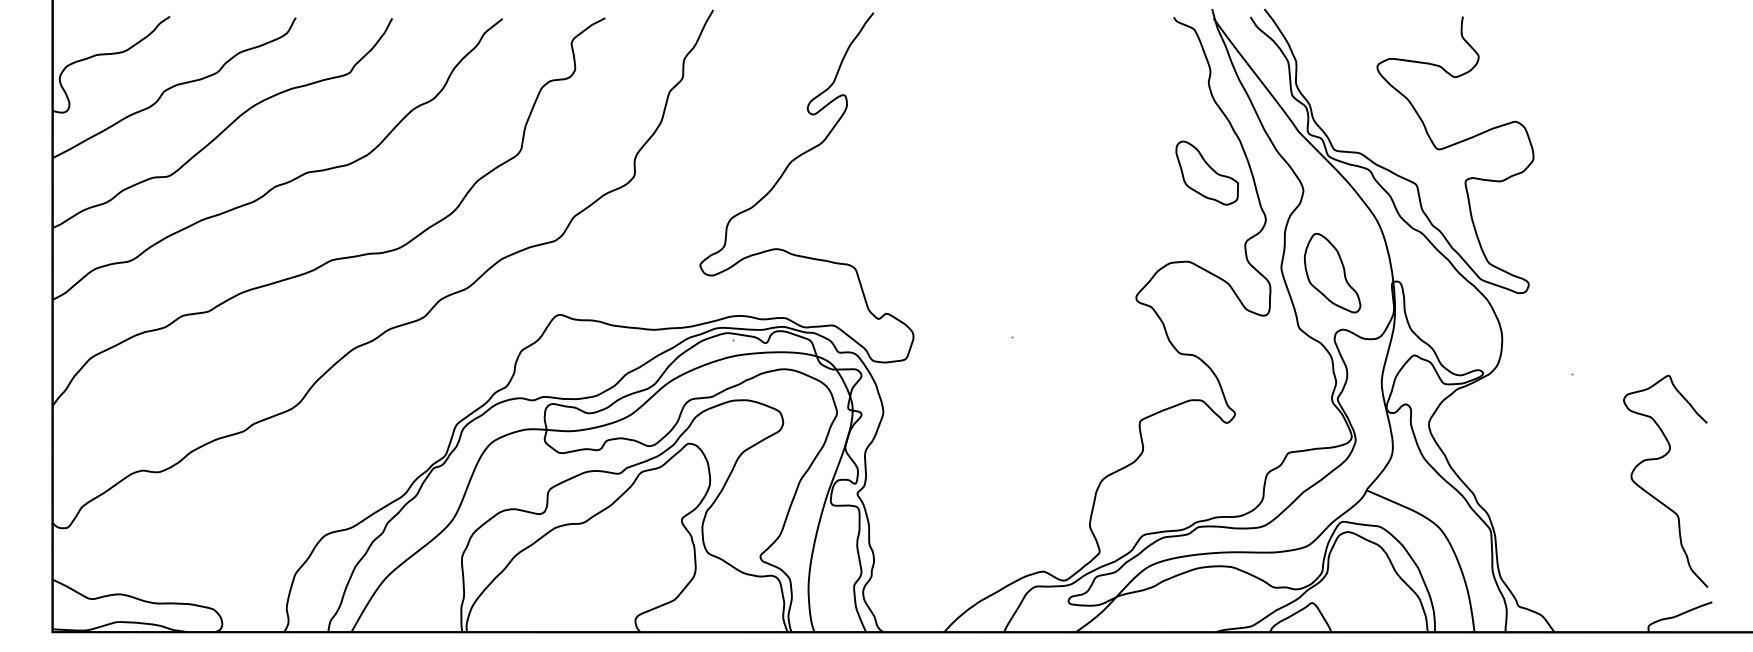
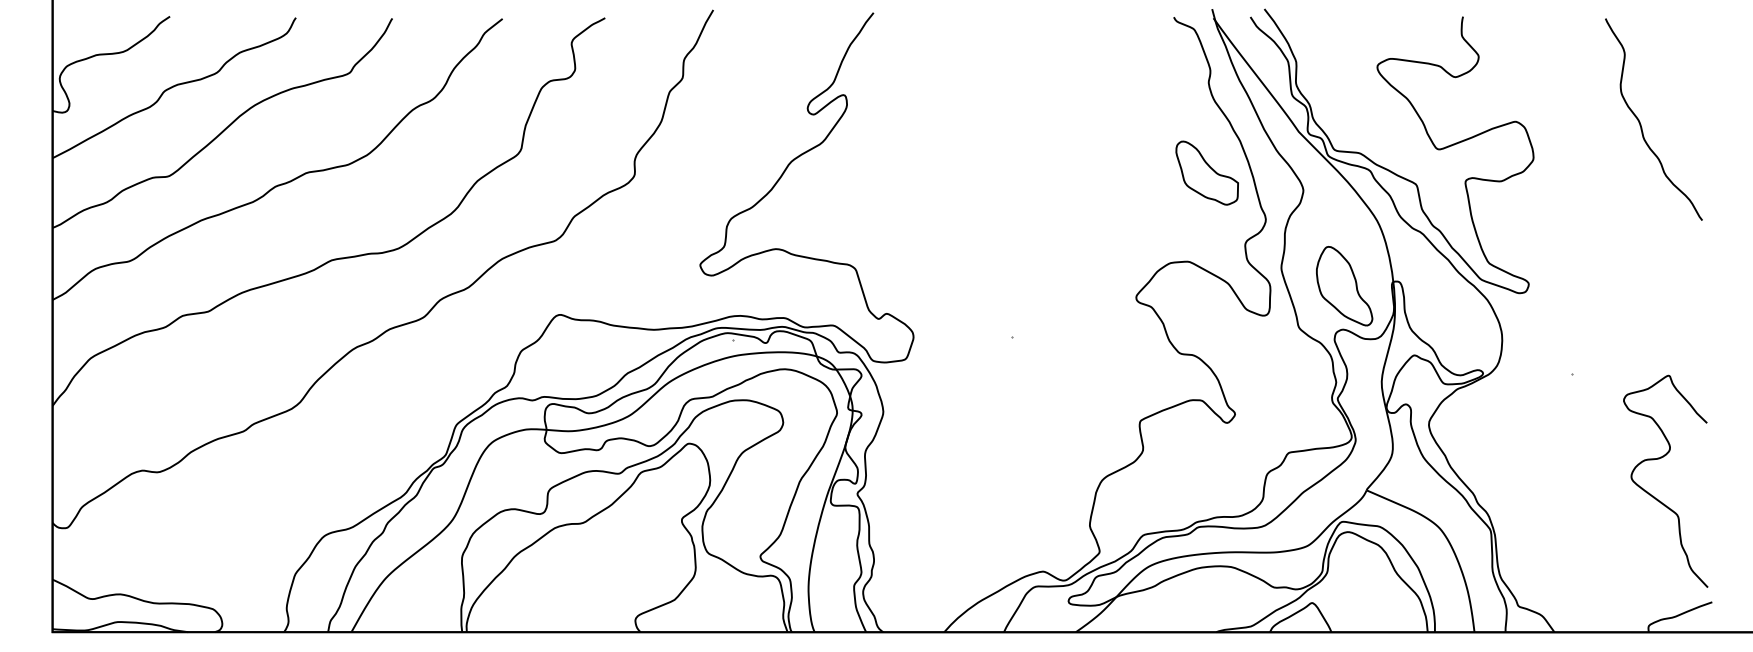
curve at (1641, 124): none -> present
part at (1332, 273) position: (1332, 273) -> (1344, 286)
